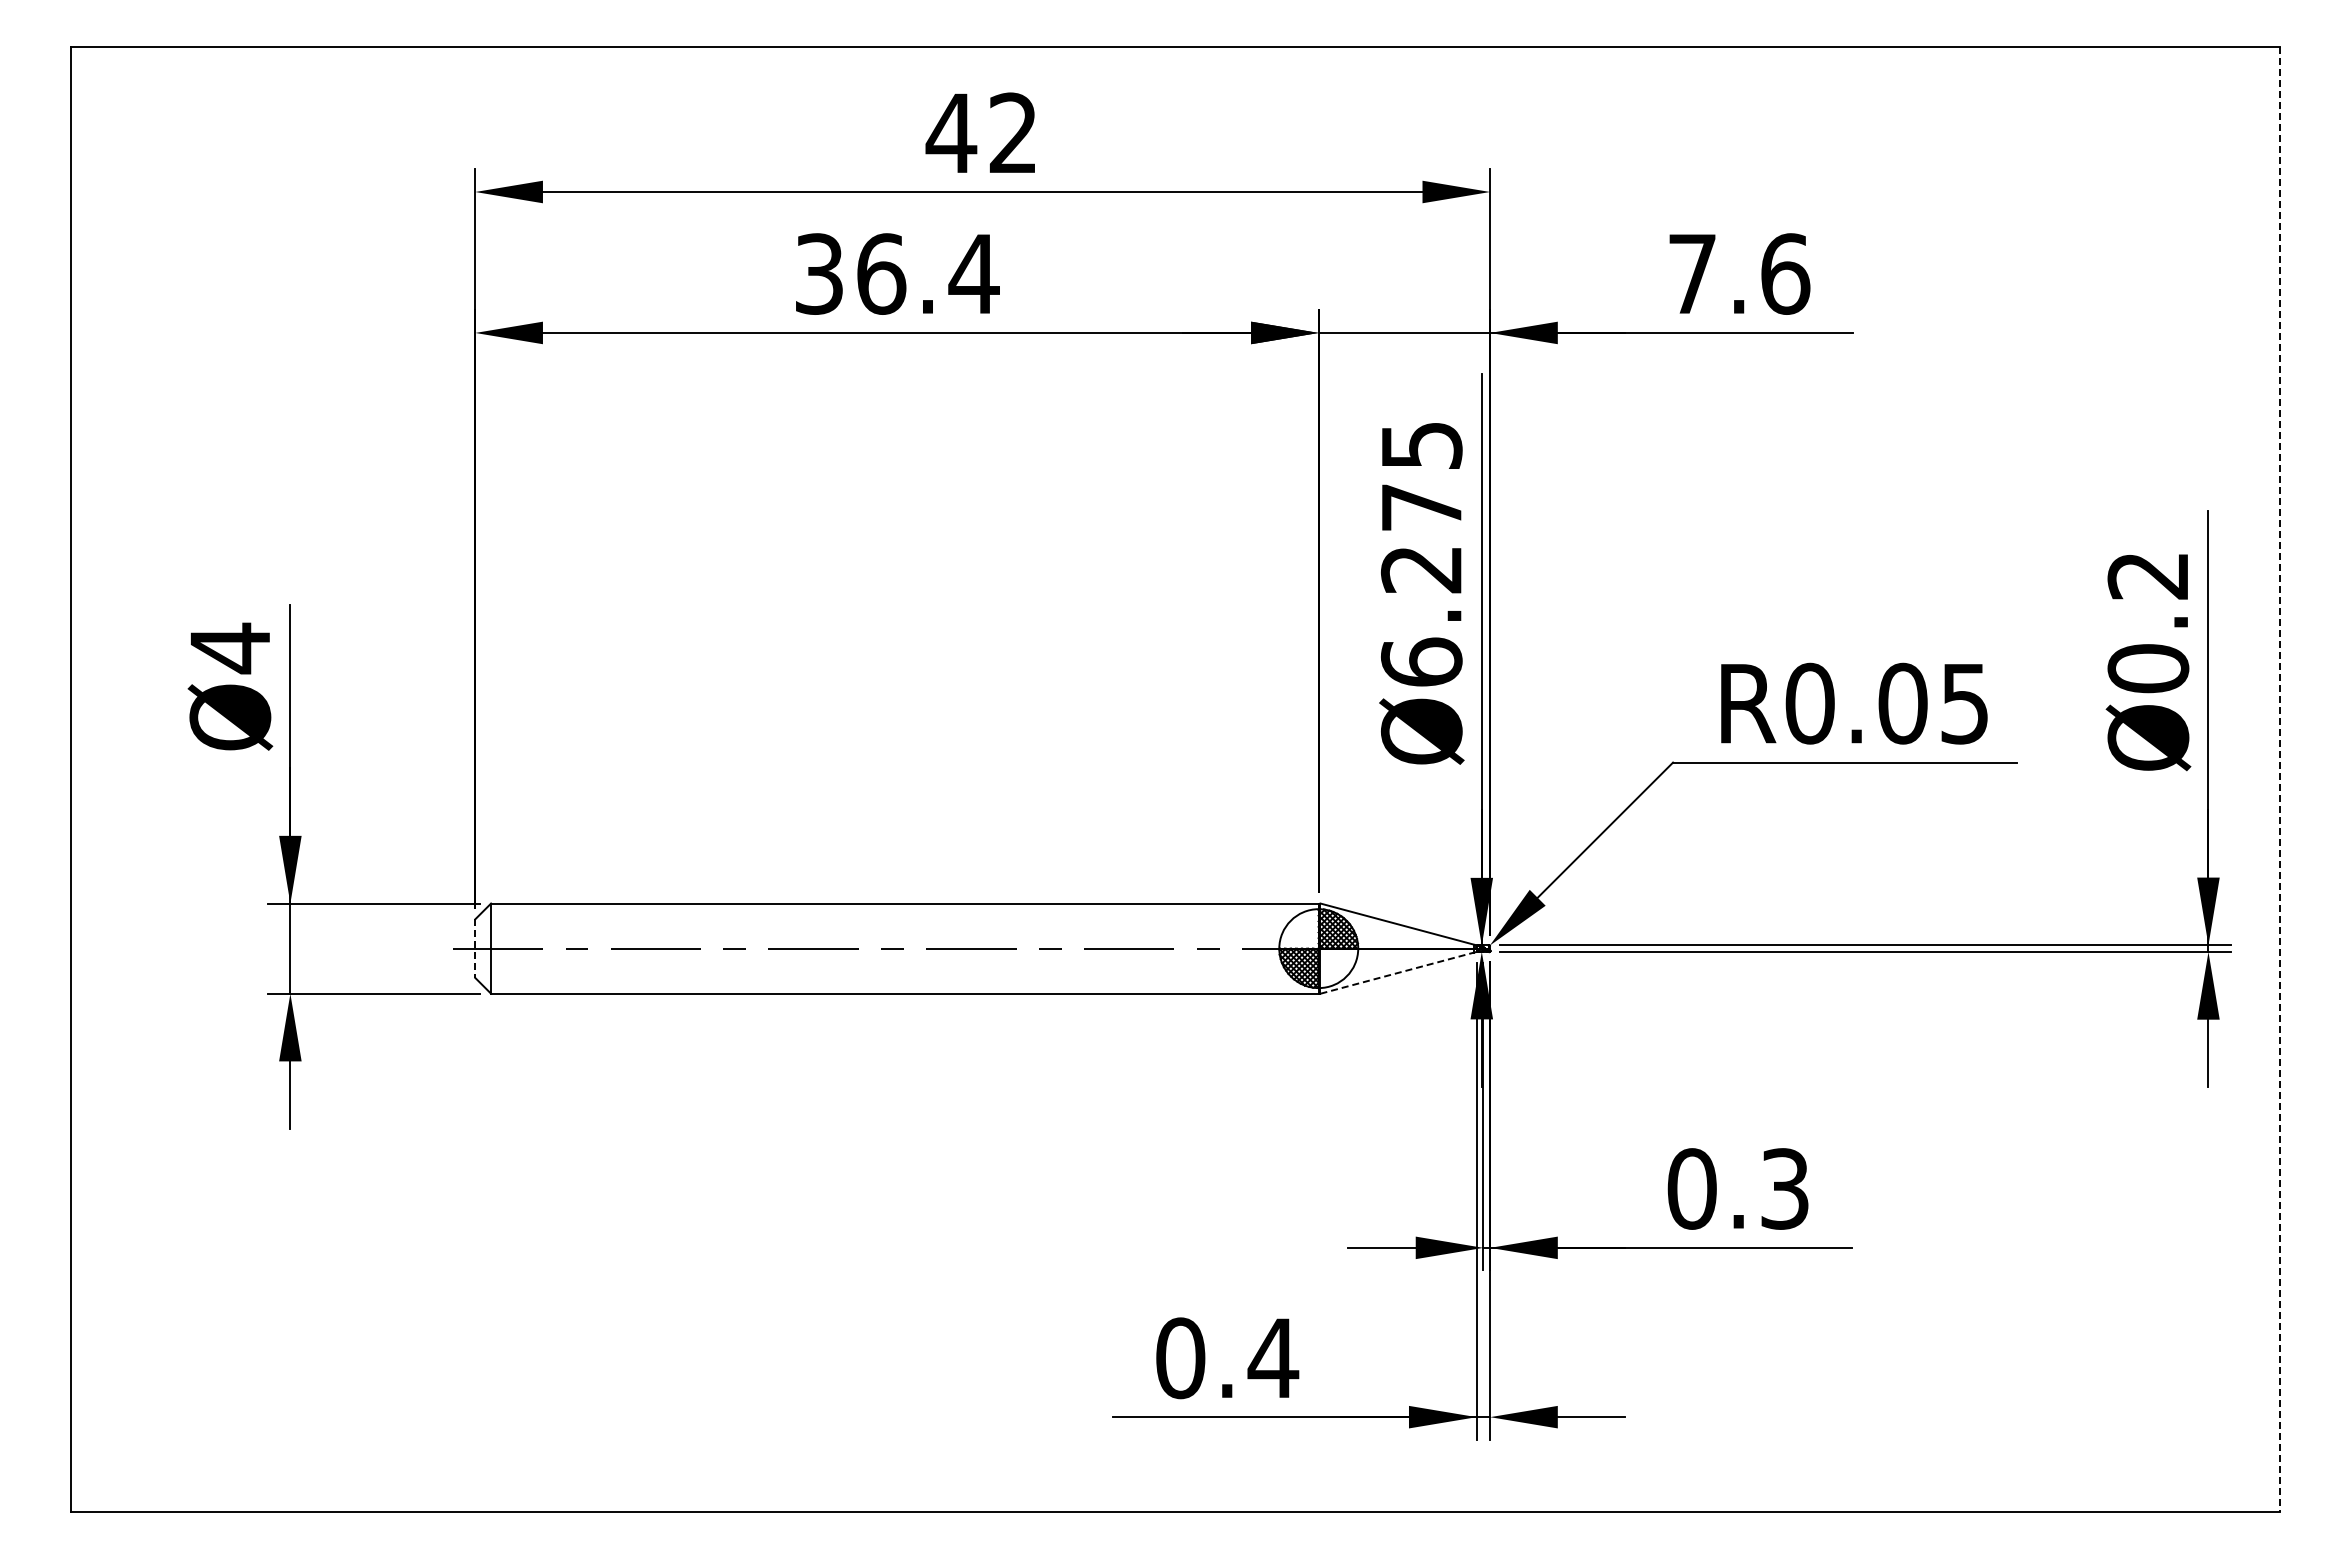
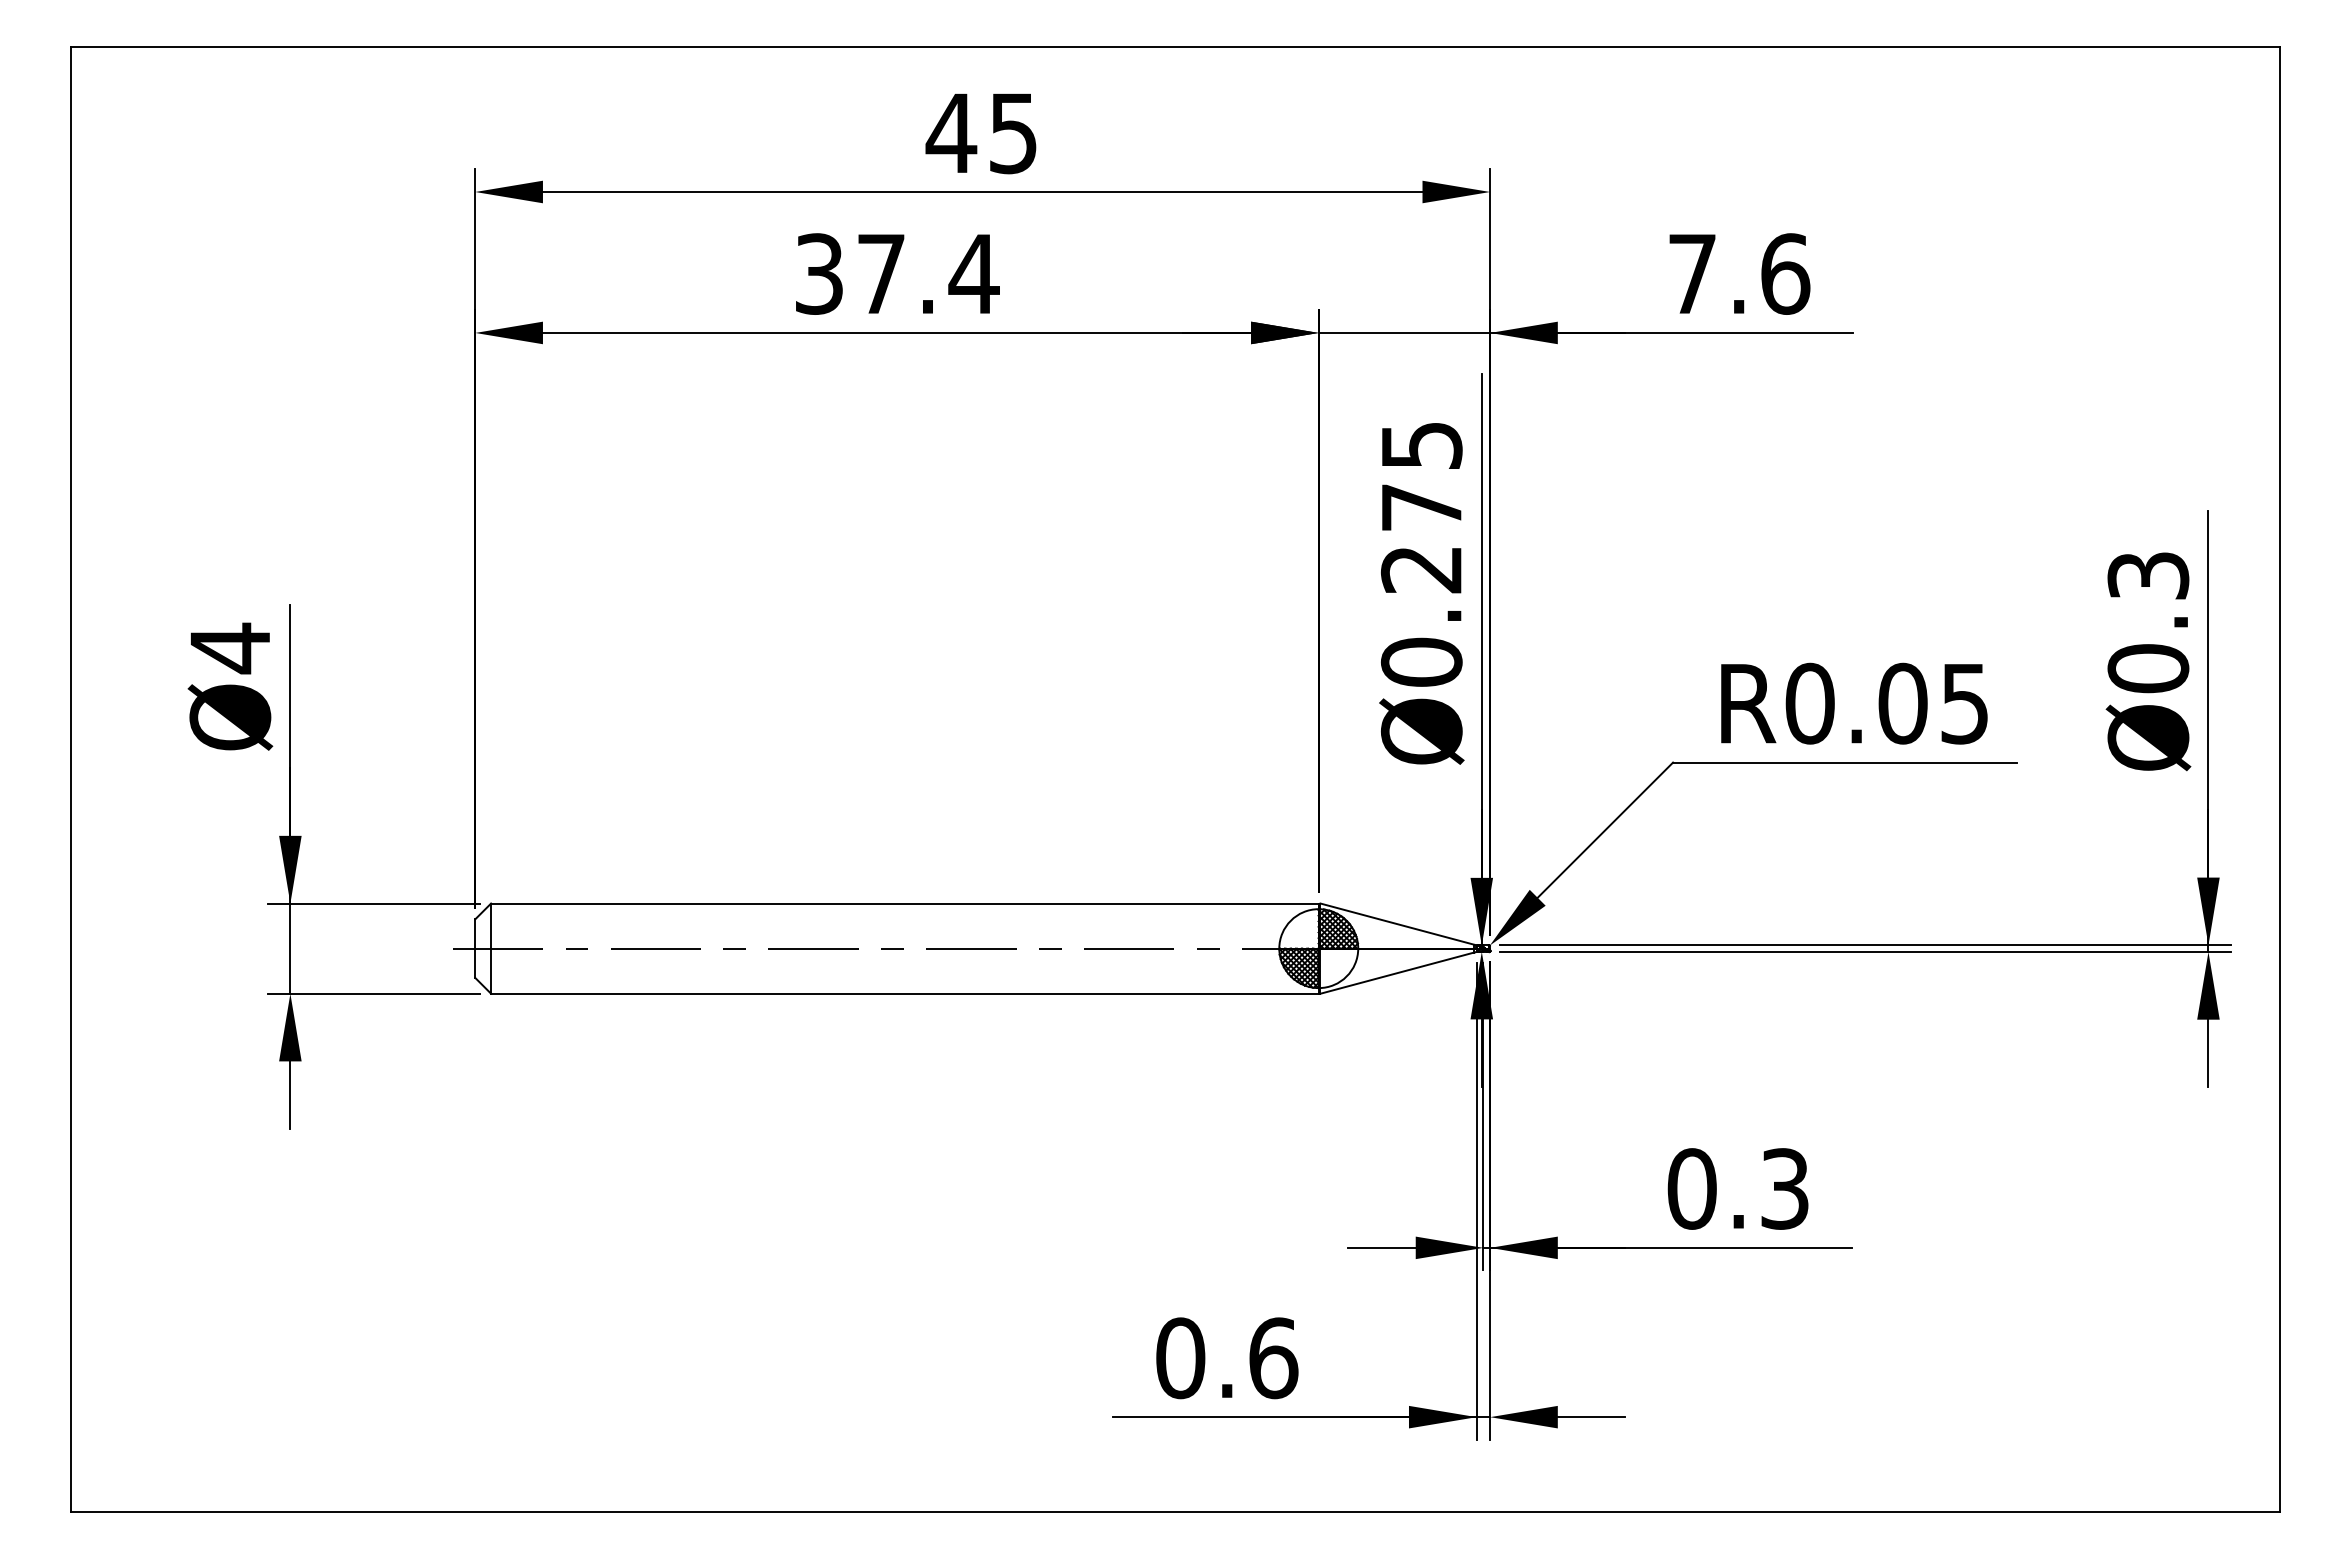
text at (1012, 133): 42 -> 45
text at (881, 273): 36.4 -> 37.4
text at (2148, 575): Ø0.2 -> Ø0.3
text at (1421, 661): Ø6.275 -> Ø0.275
line at (2279, 779): dashed -> solid
line at (475, 949): dashed -> solid
line at (1397, 973): dashed -> solid
text at (1273, 1358): 0.4 -> 0.6
